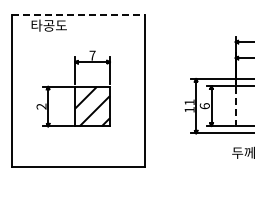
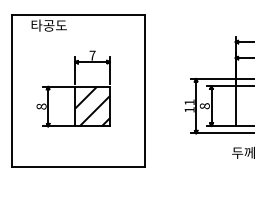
line at (78, 15): dashed -> solid
text at (41, 106): 2 -> 8
text at (204, 106): 6 -> 8
line at (235, 106): dashed -> solid
